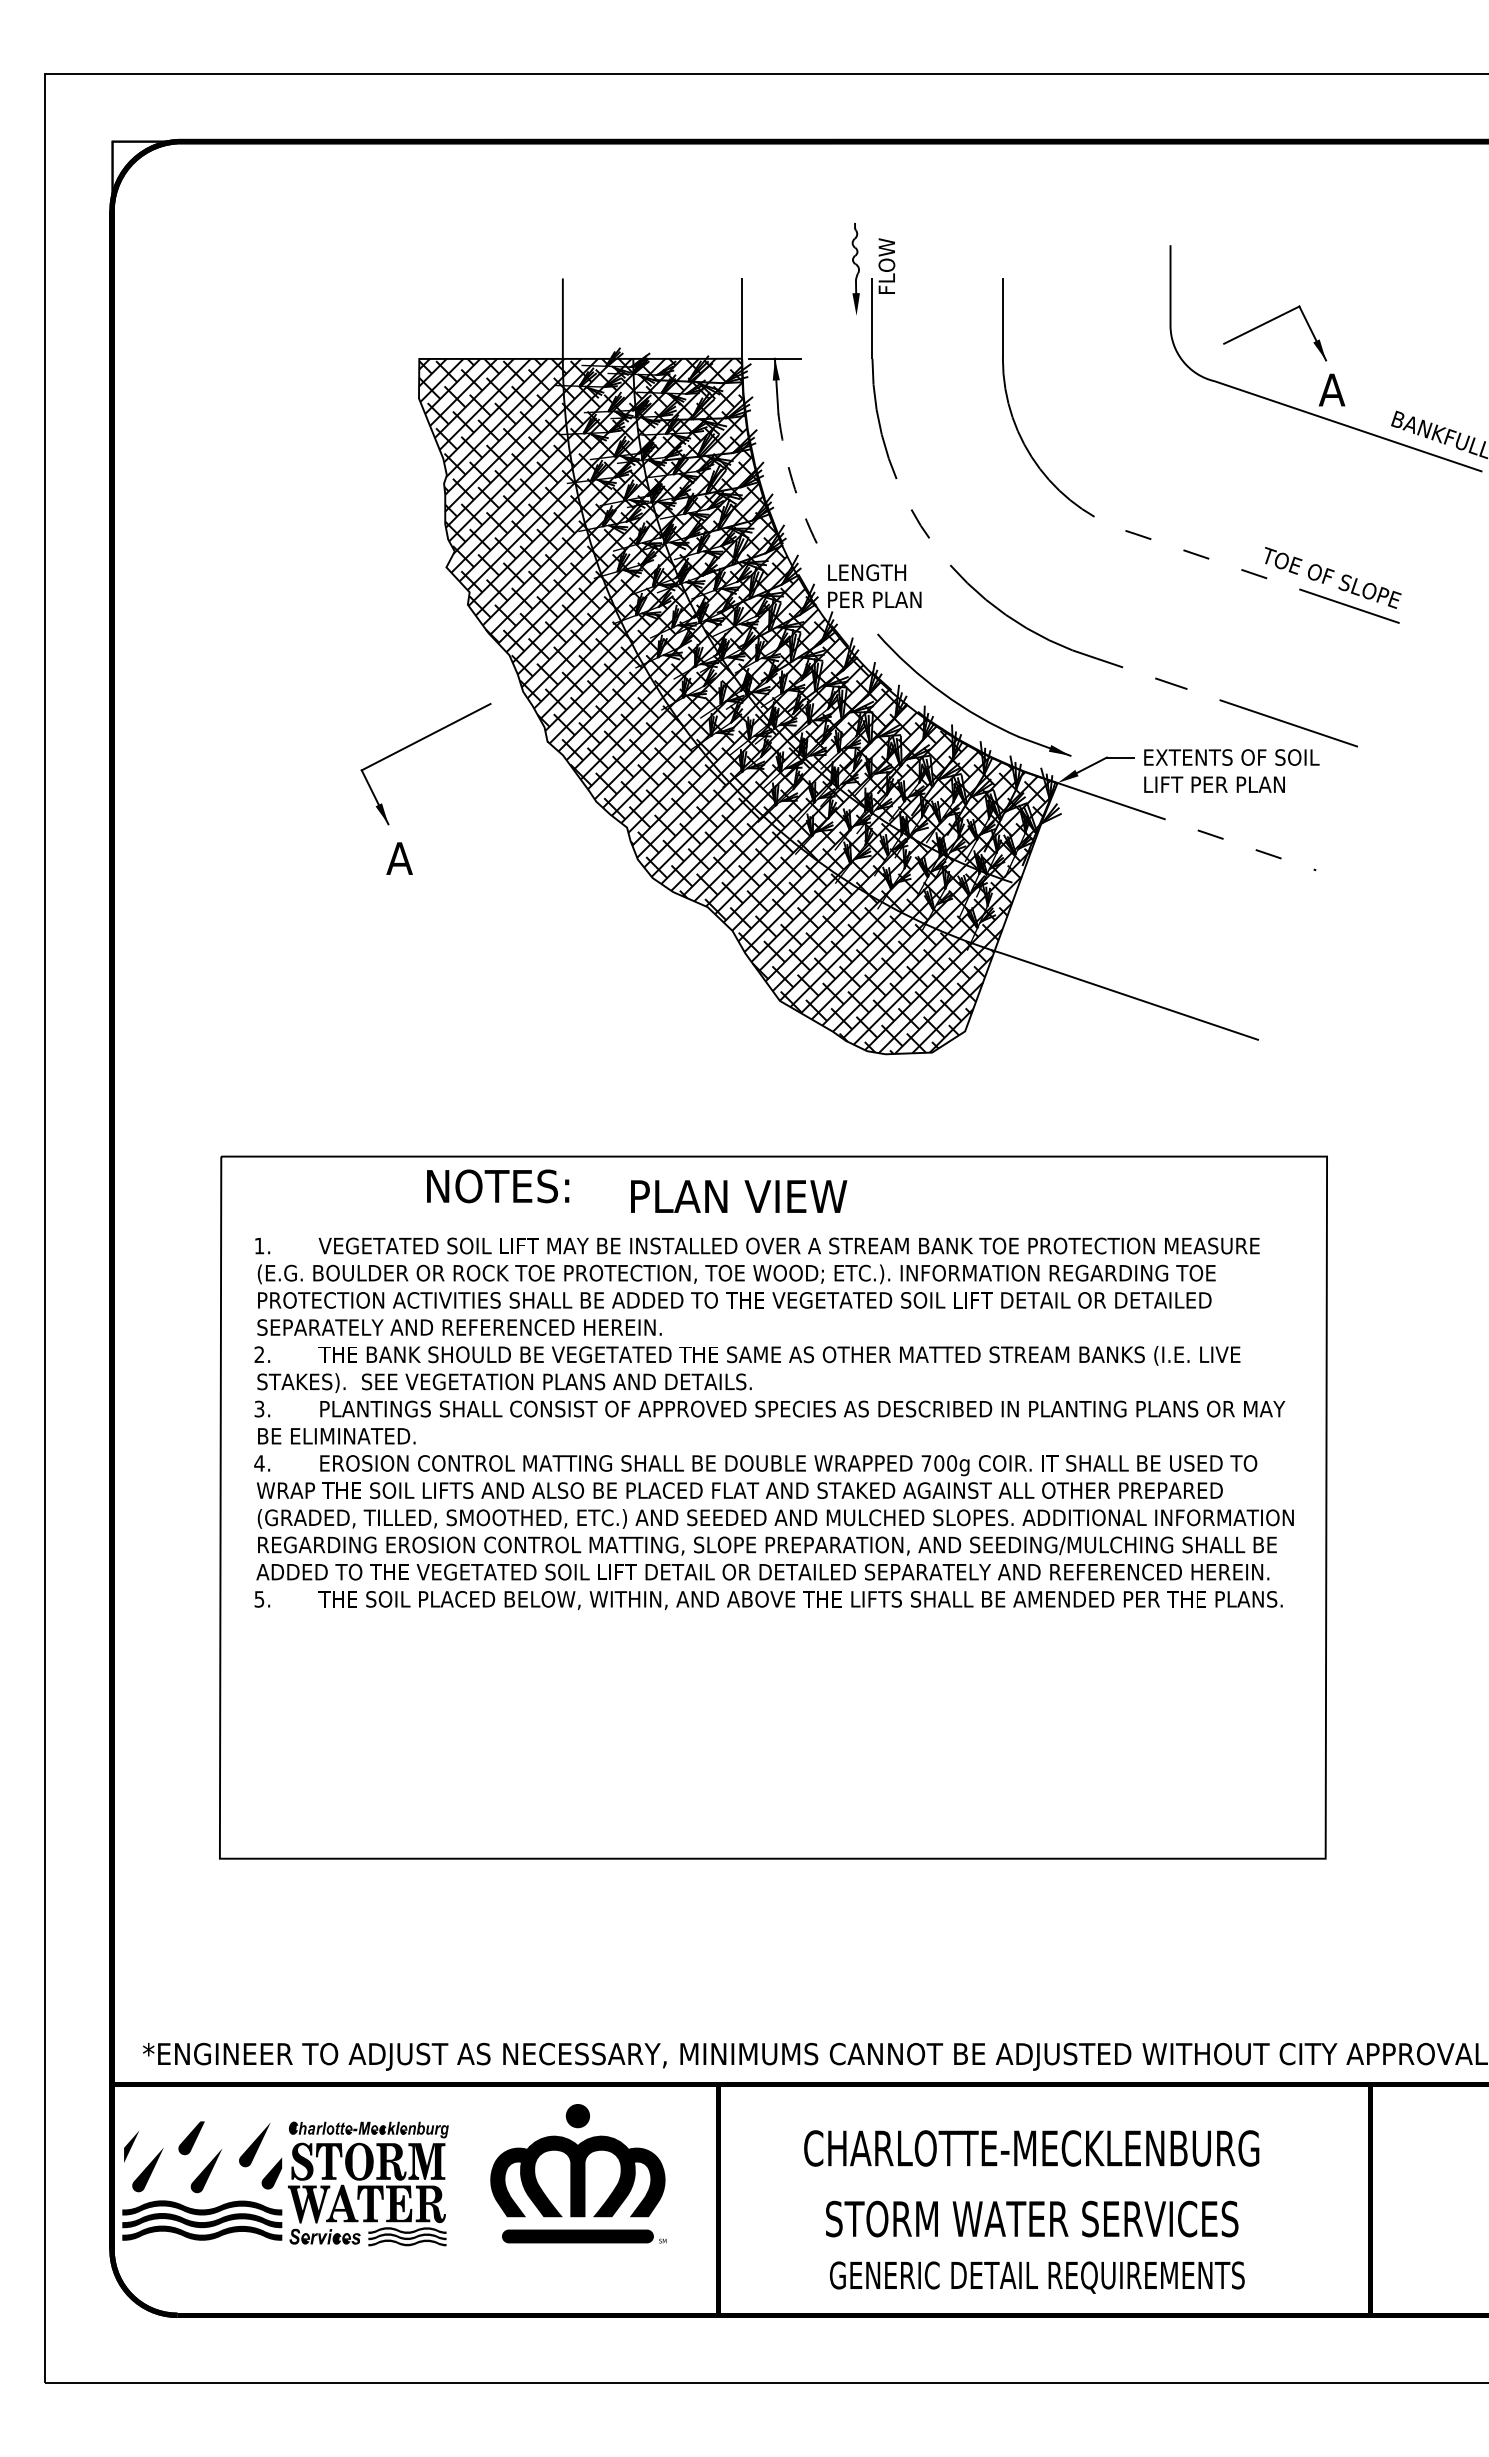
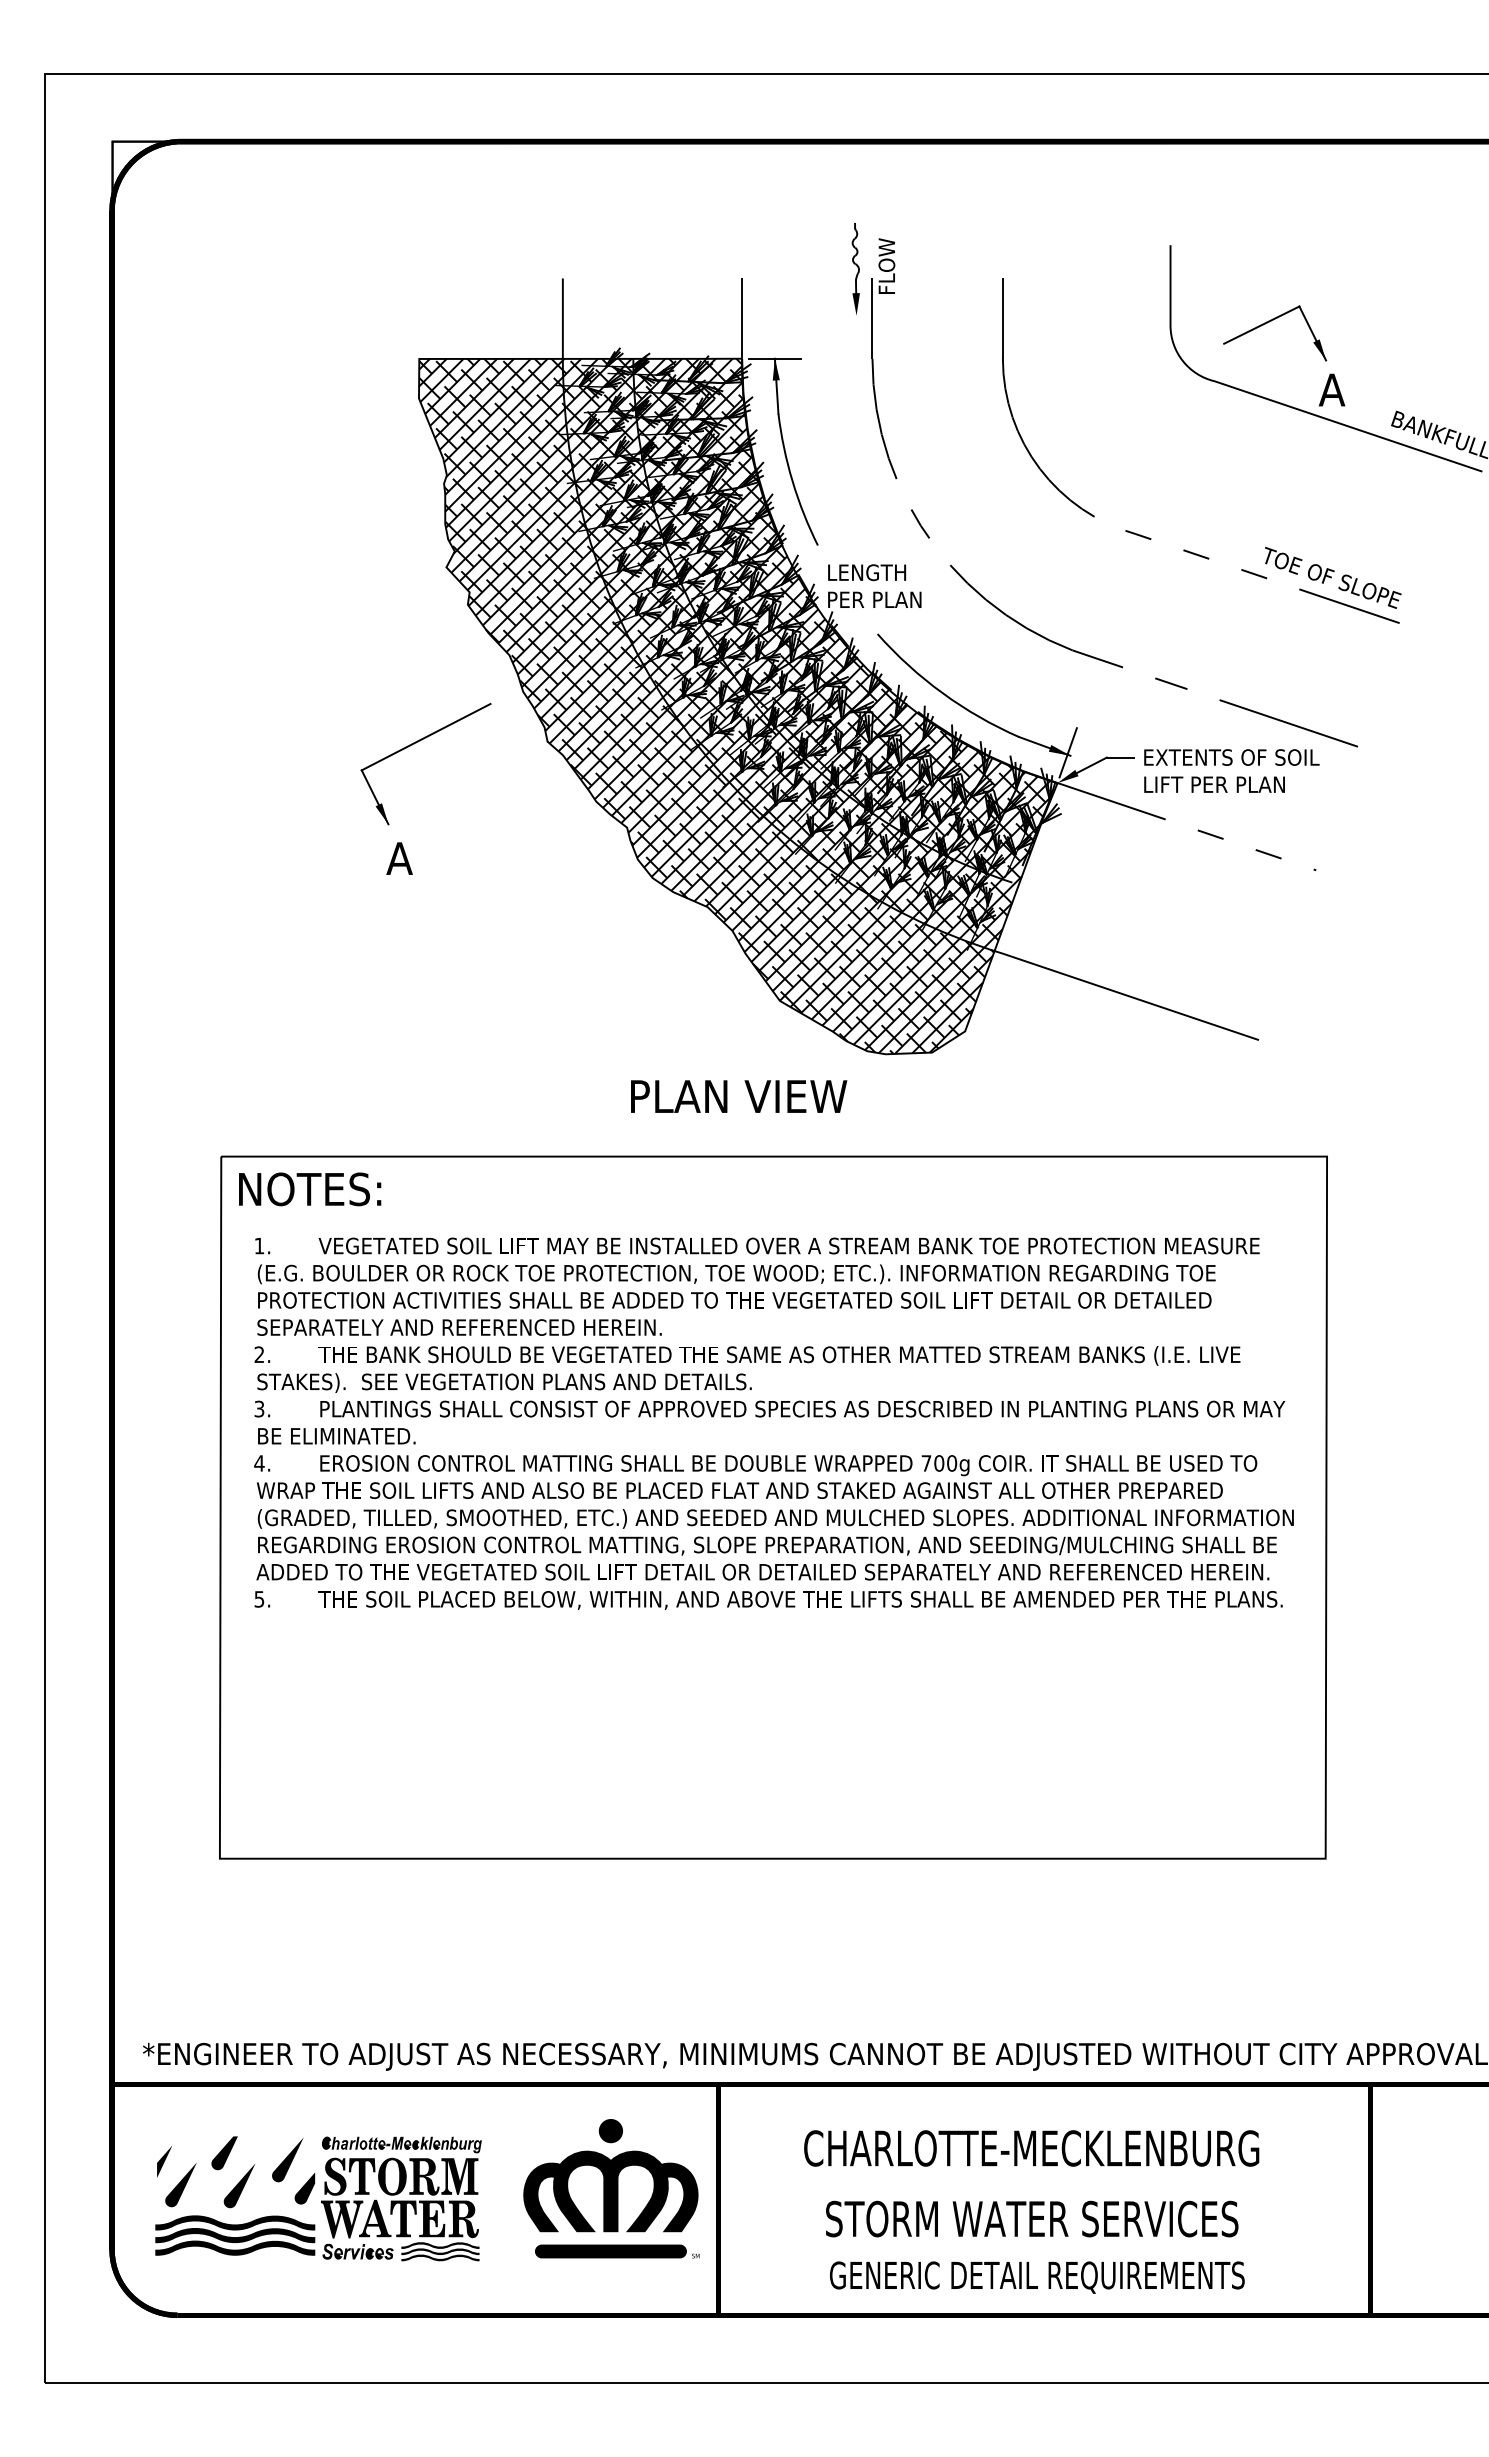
line at (792, 481): dashed -> solid
line at (1067, 752): none -> present
text at (498, 1186) position: (498, 1186) -> (310, 1189)
text at (739, 1196) position: (739, 1196) -> (739, 1096)
text at (394, 2175) position: (394, 2175) -> (427, 2190)
